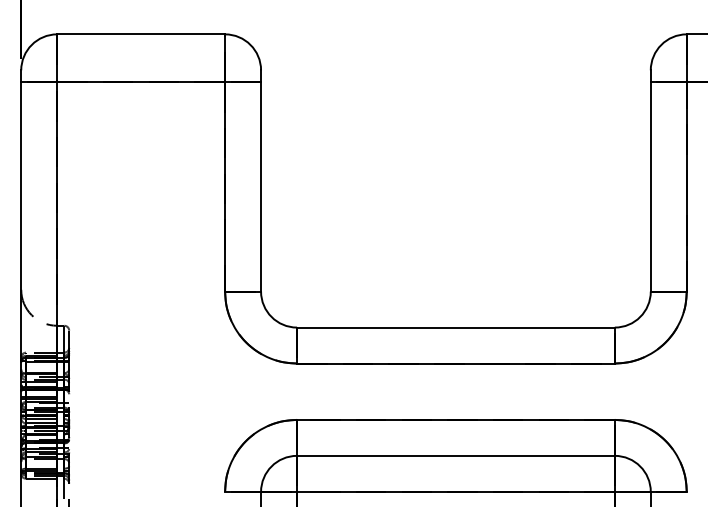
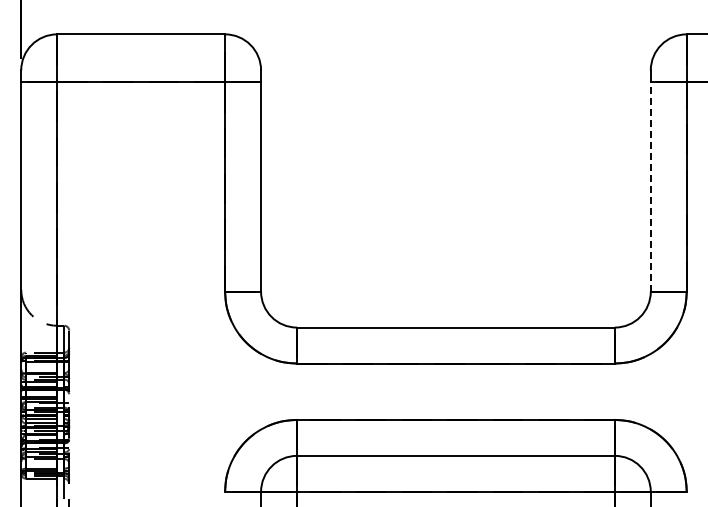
line at (650, 186): solid -> dashed
